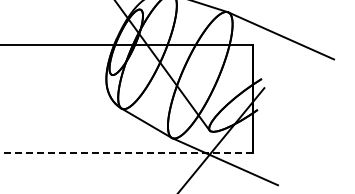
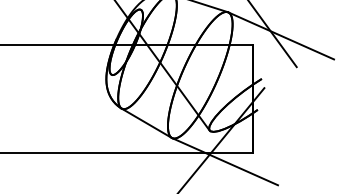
line at (272, 34): none -> present
line at (127, 152): dashed -> solid
